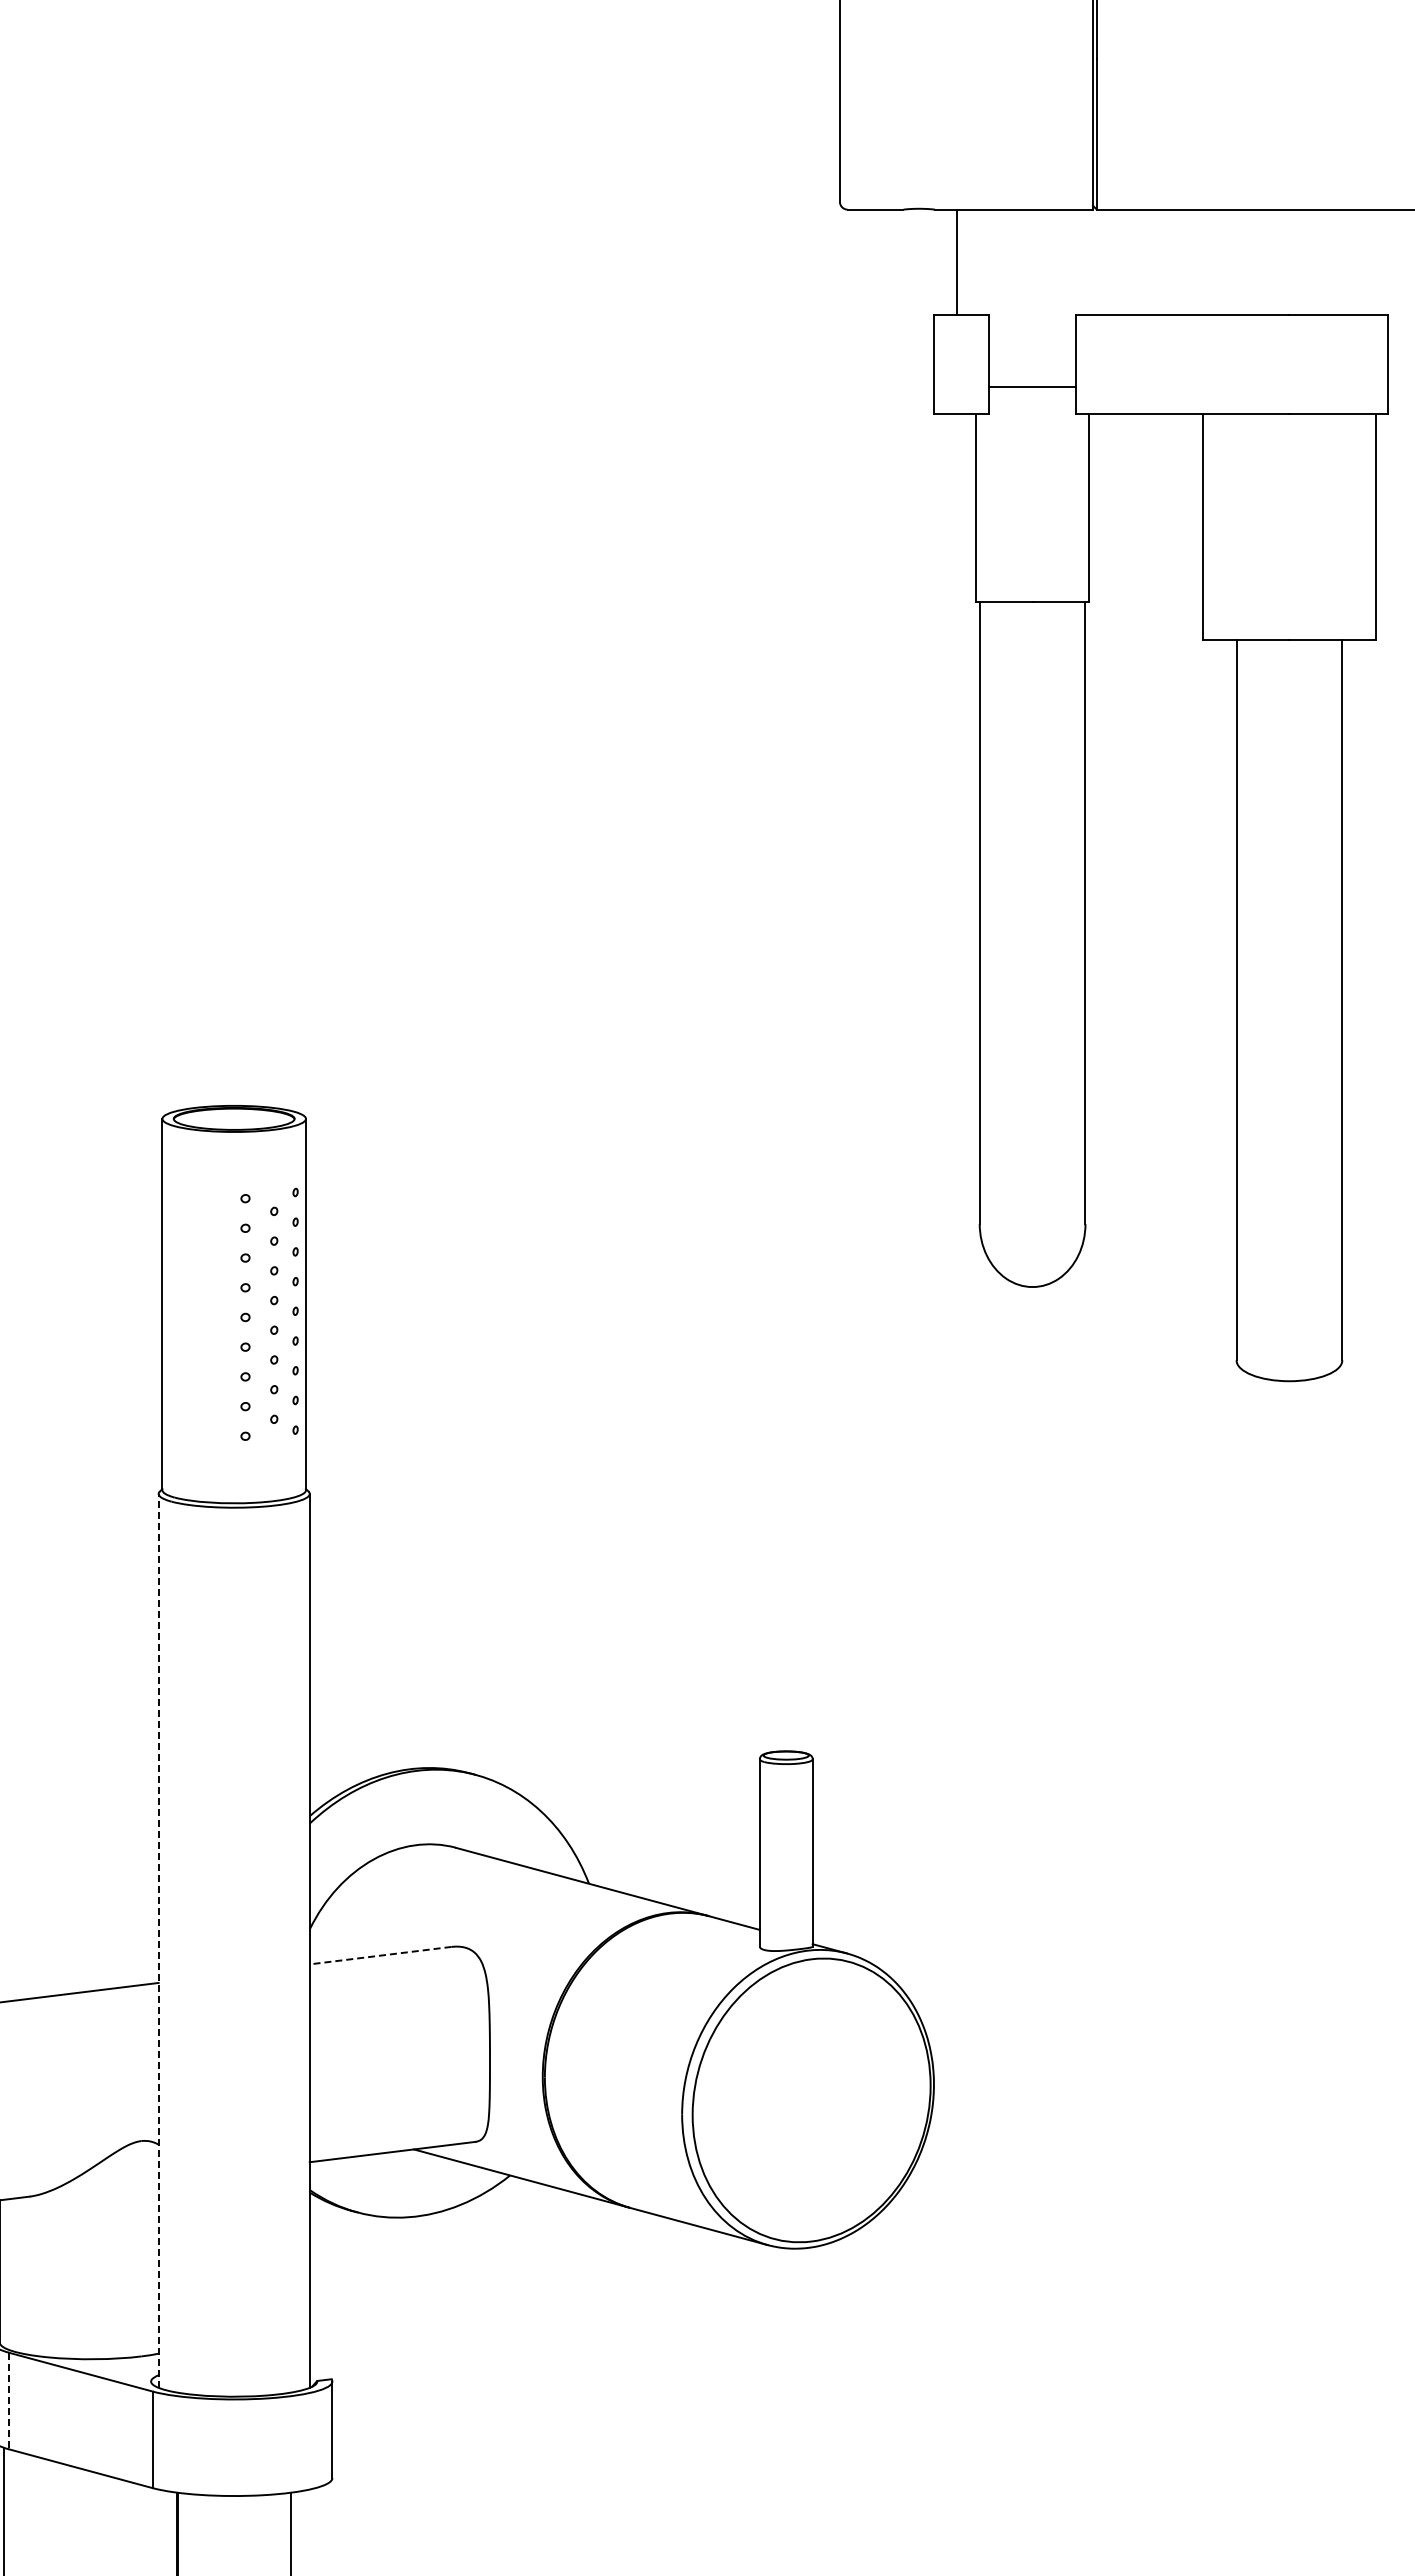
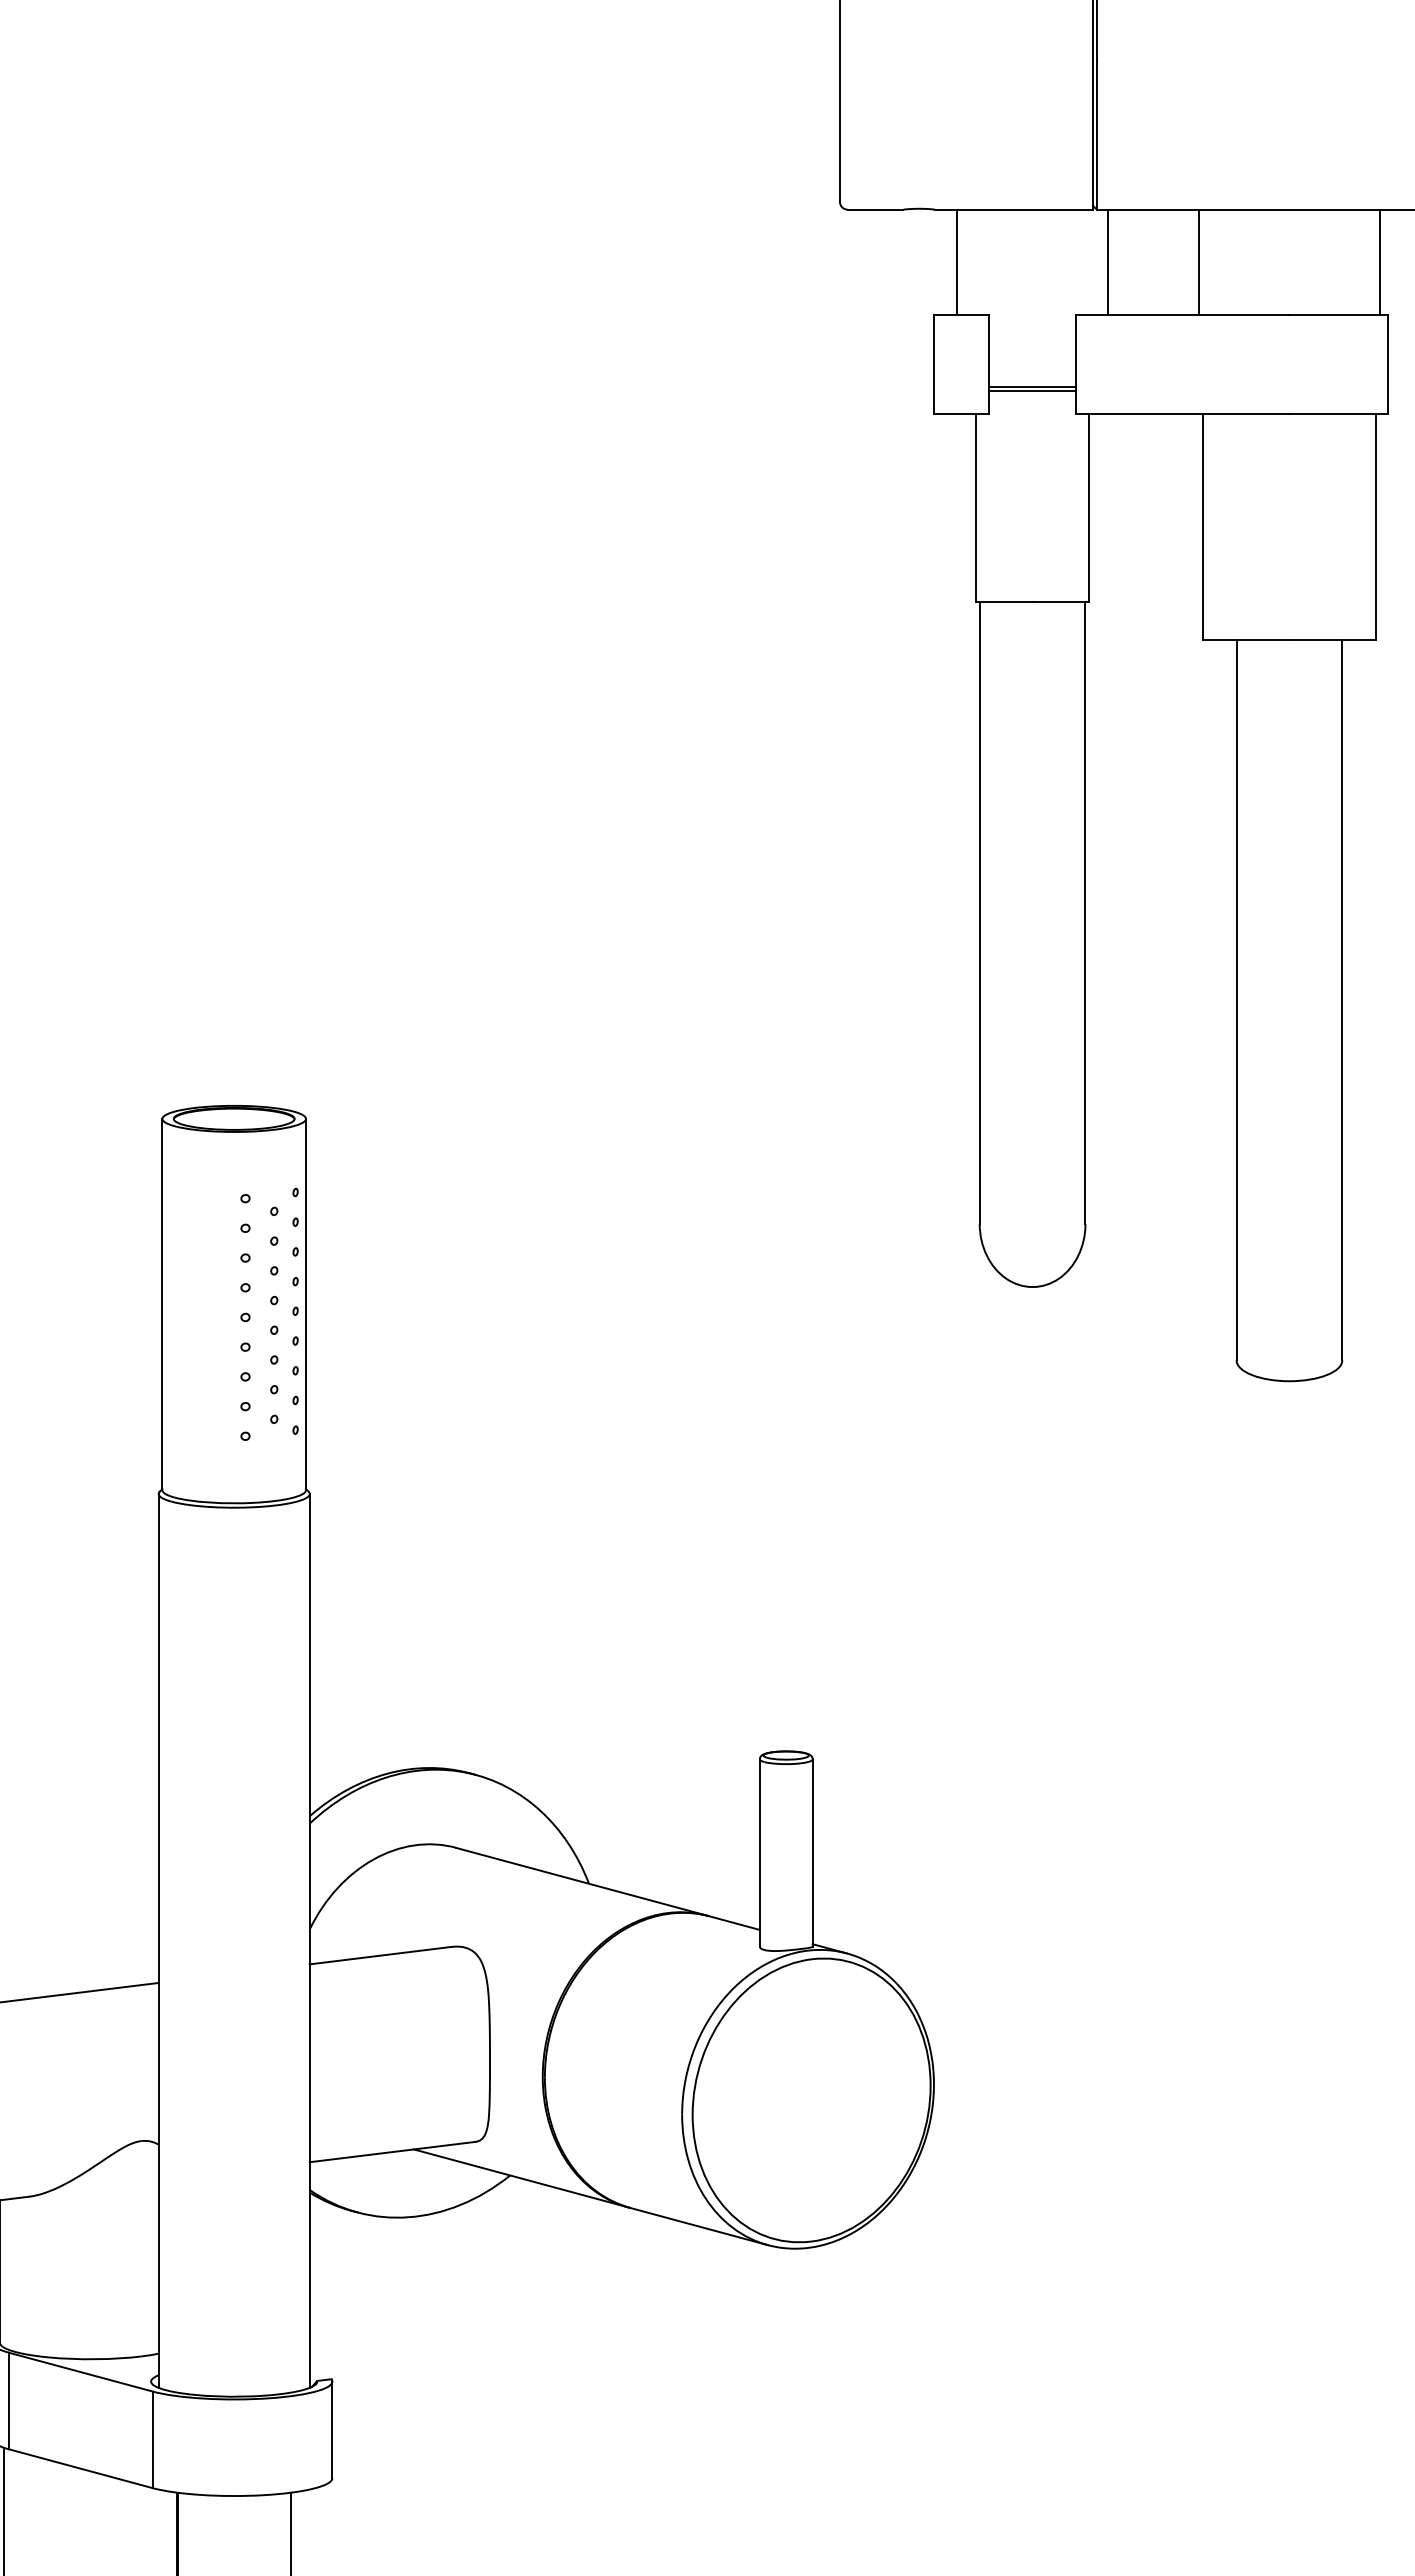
line at (1108, 262): none -> present
line at (1198, 262): none -> present
line at (1380, 262): none -> present
line at (1032, 390): none -> present
line at (158, 1940): dashed -> solid
line at (380, 1955): dashed -> solid
line at (9, 2401): dashed -> solid
